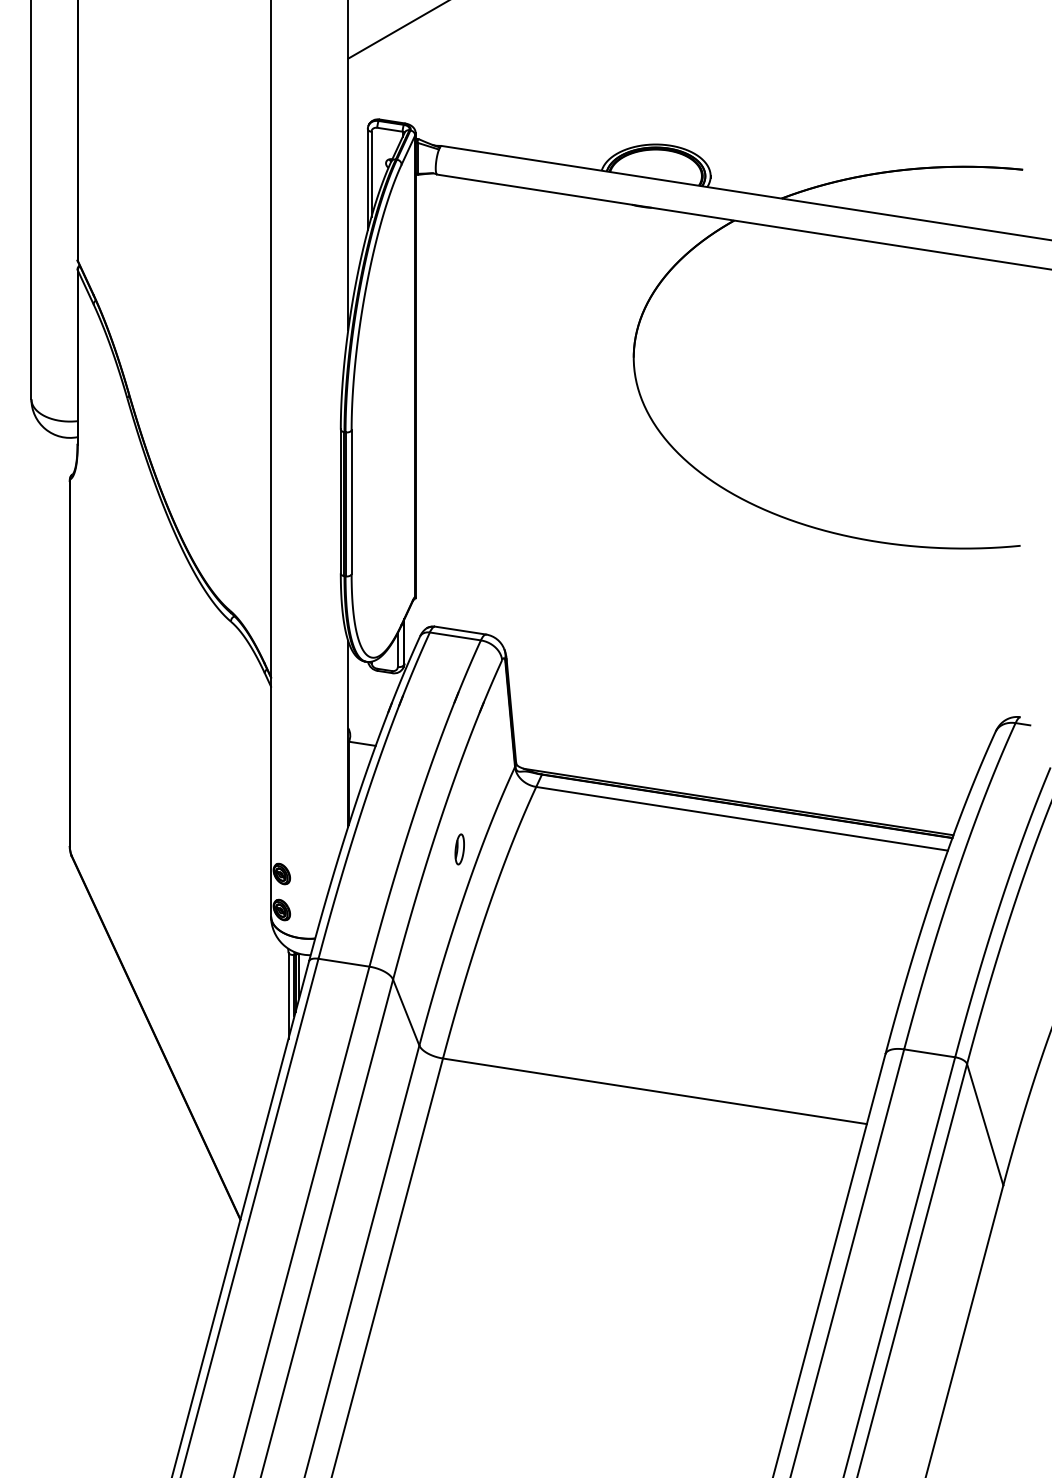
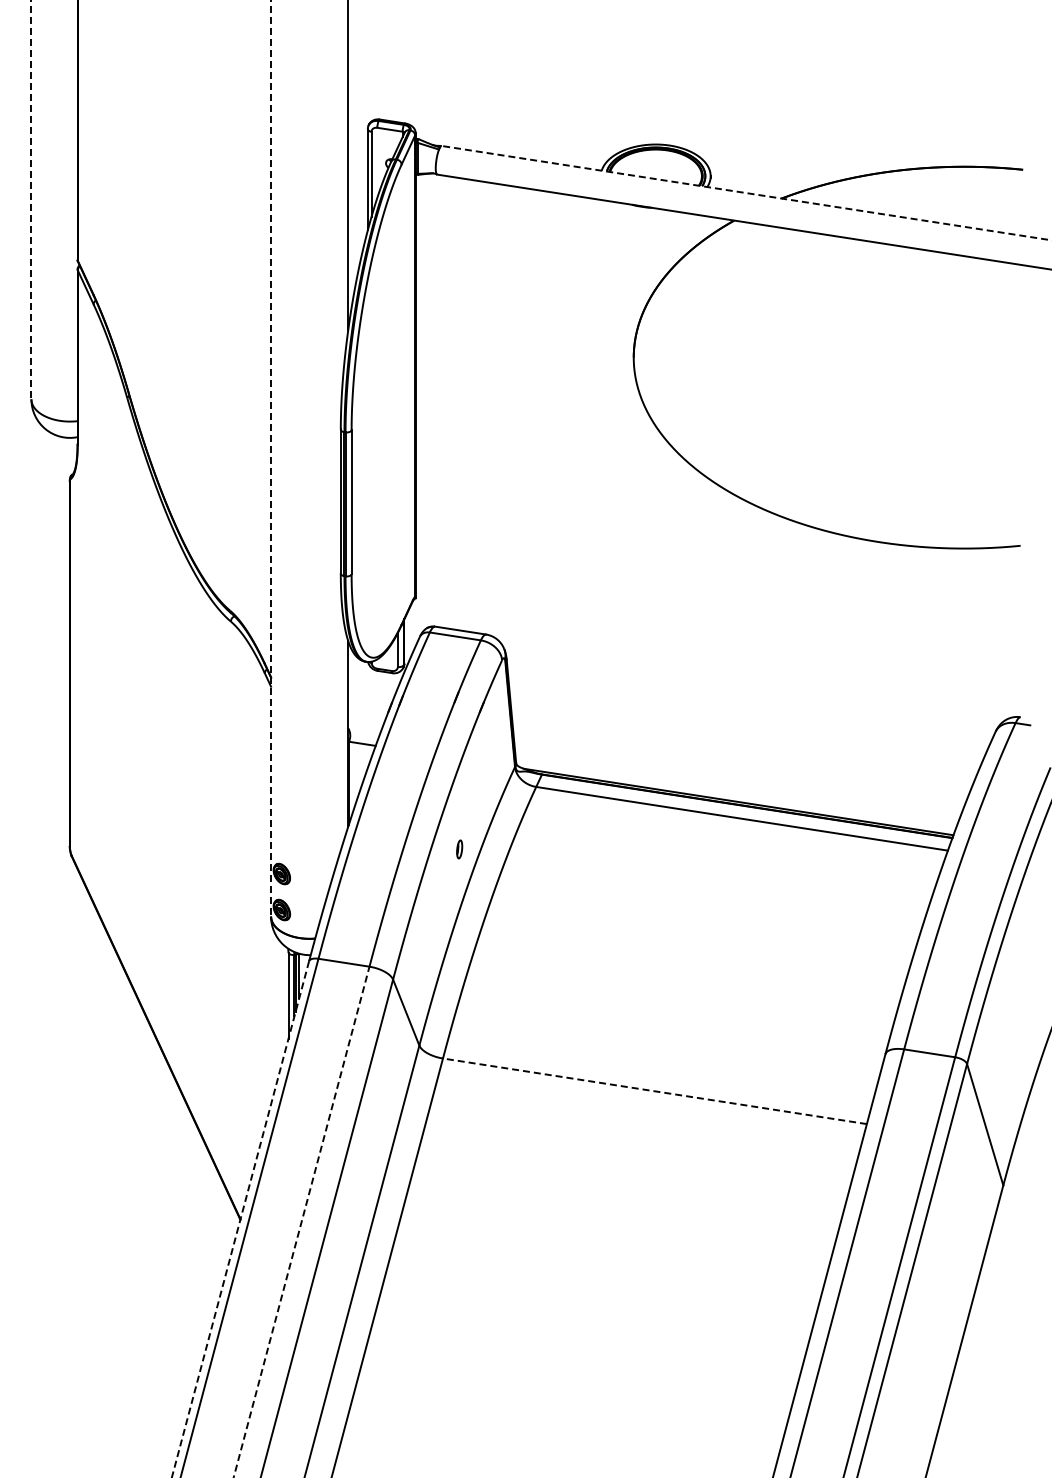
line at (397, 30): present -> none
line at (746, 193): solid -> dashed
line at (31, 200): solid -> dashed
line at (271, 458): solid -> dashed
part at (459, 849) size: 11x33 px -> 8x21 px
line at (654, 1091): solid -> dashed
line at (240, 1220): solid -> dashed
line at (301, 1221): solid -> dashed
